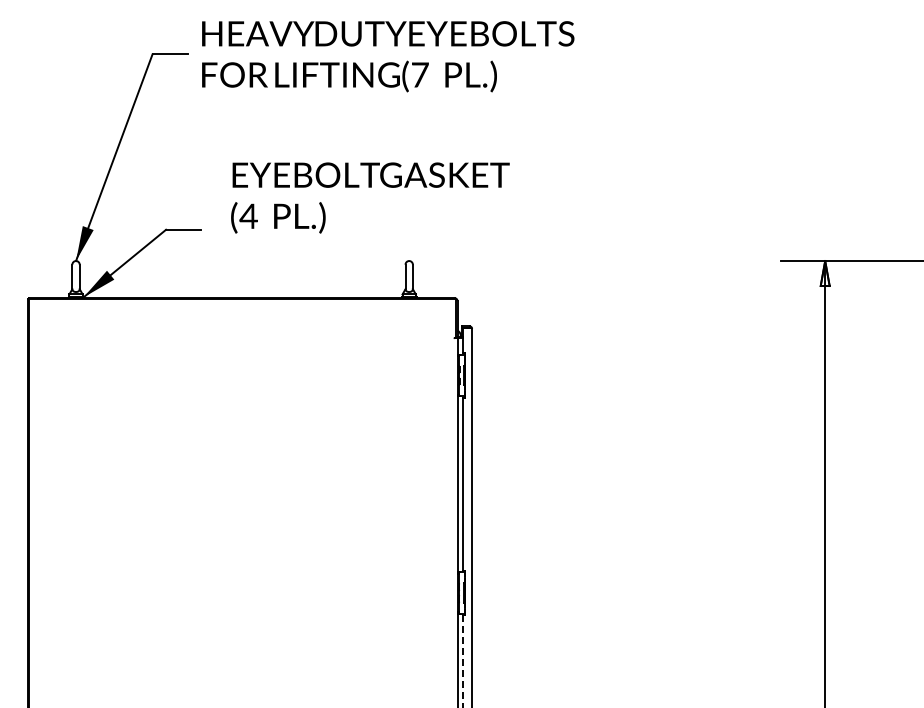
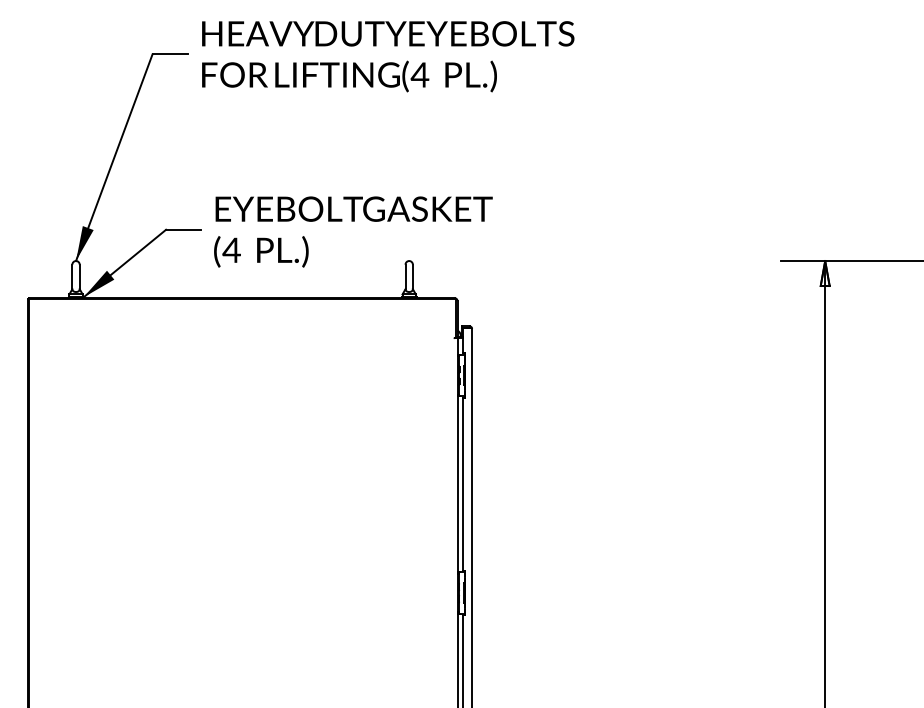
text at (419, 74): (7 -> (4
text at (370, 197) position: (370, 197) -> (353, 231)
line at (463, 661): dashed -> solid
